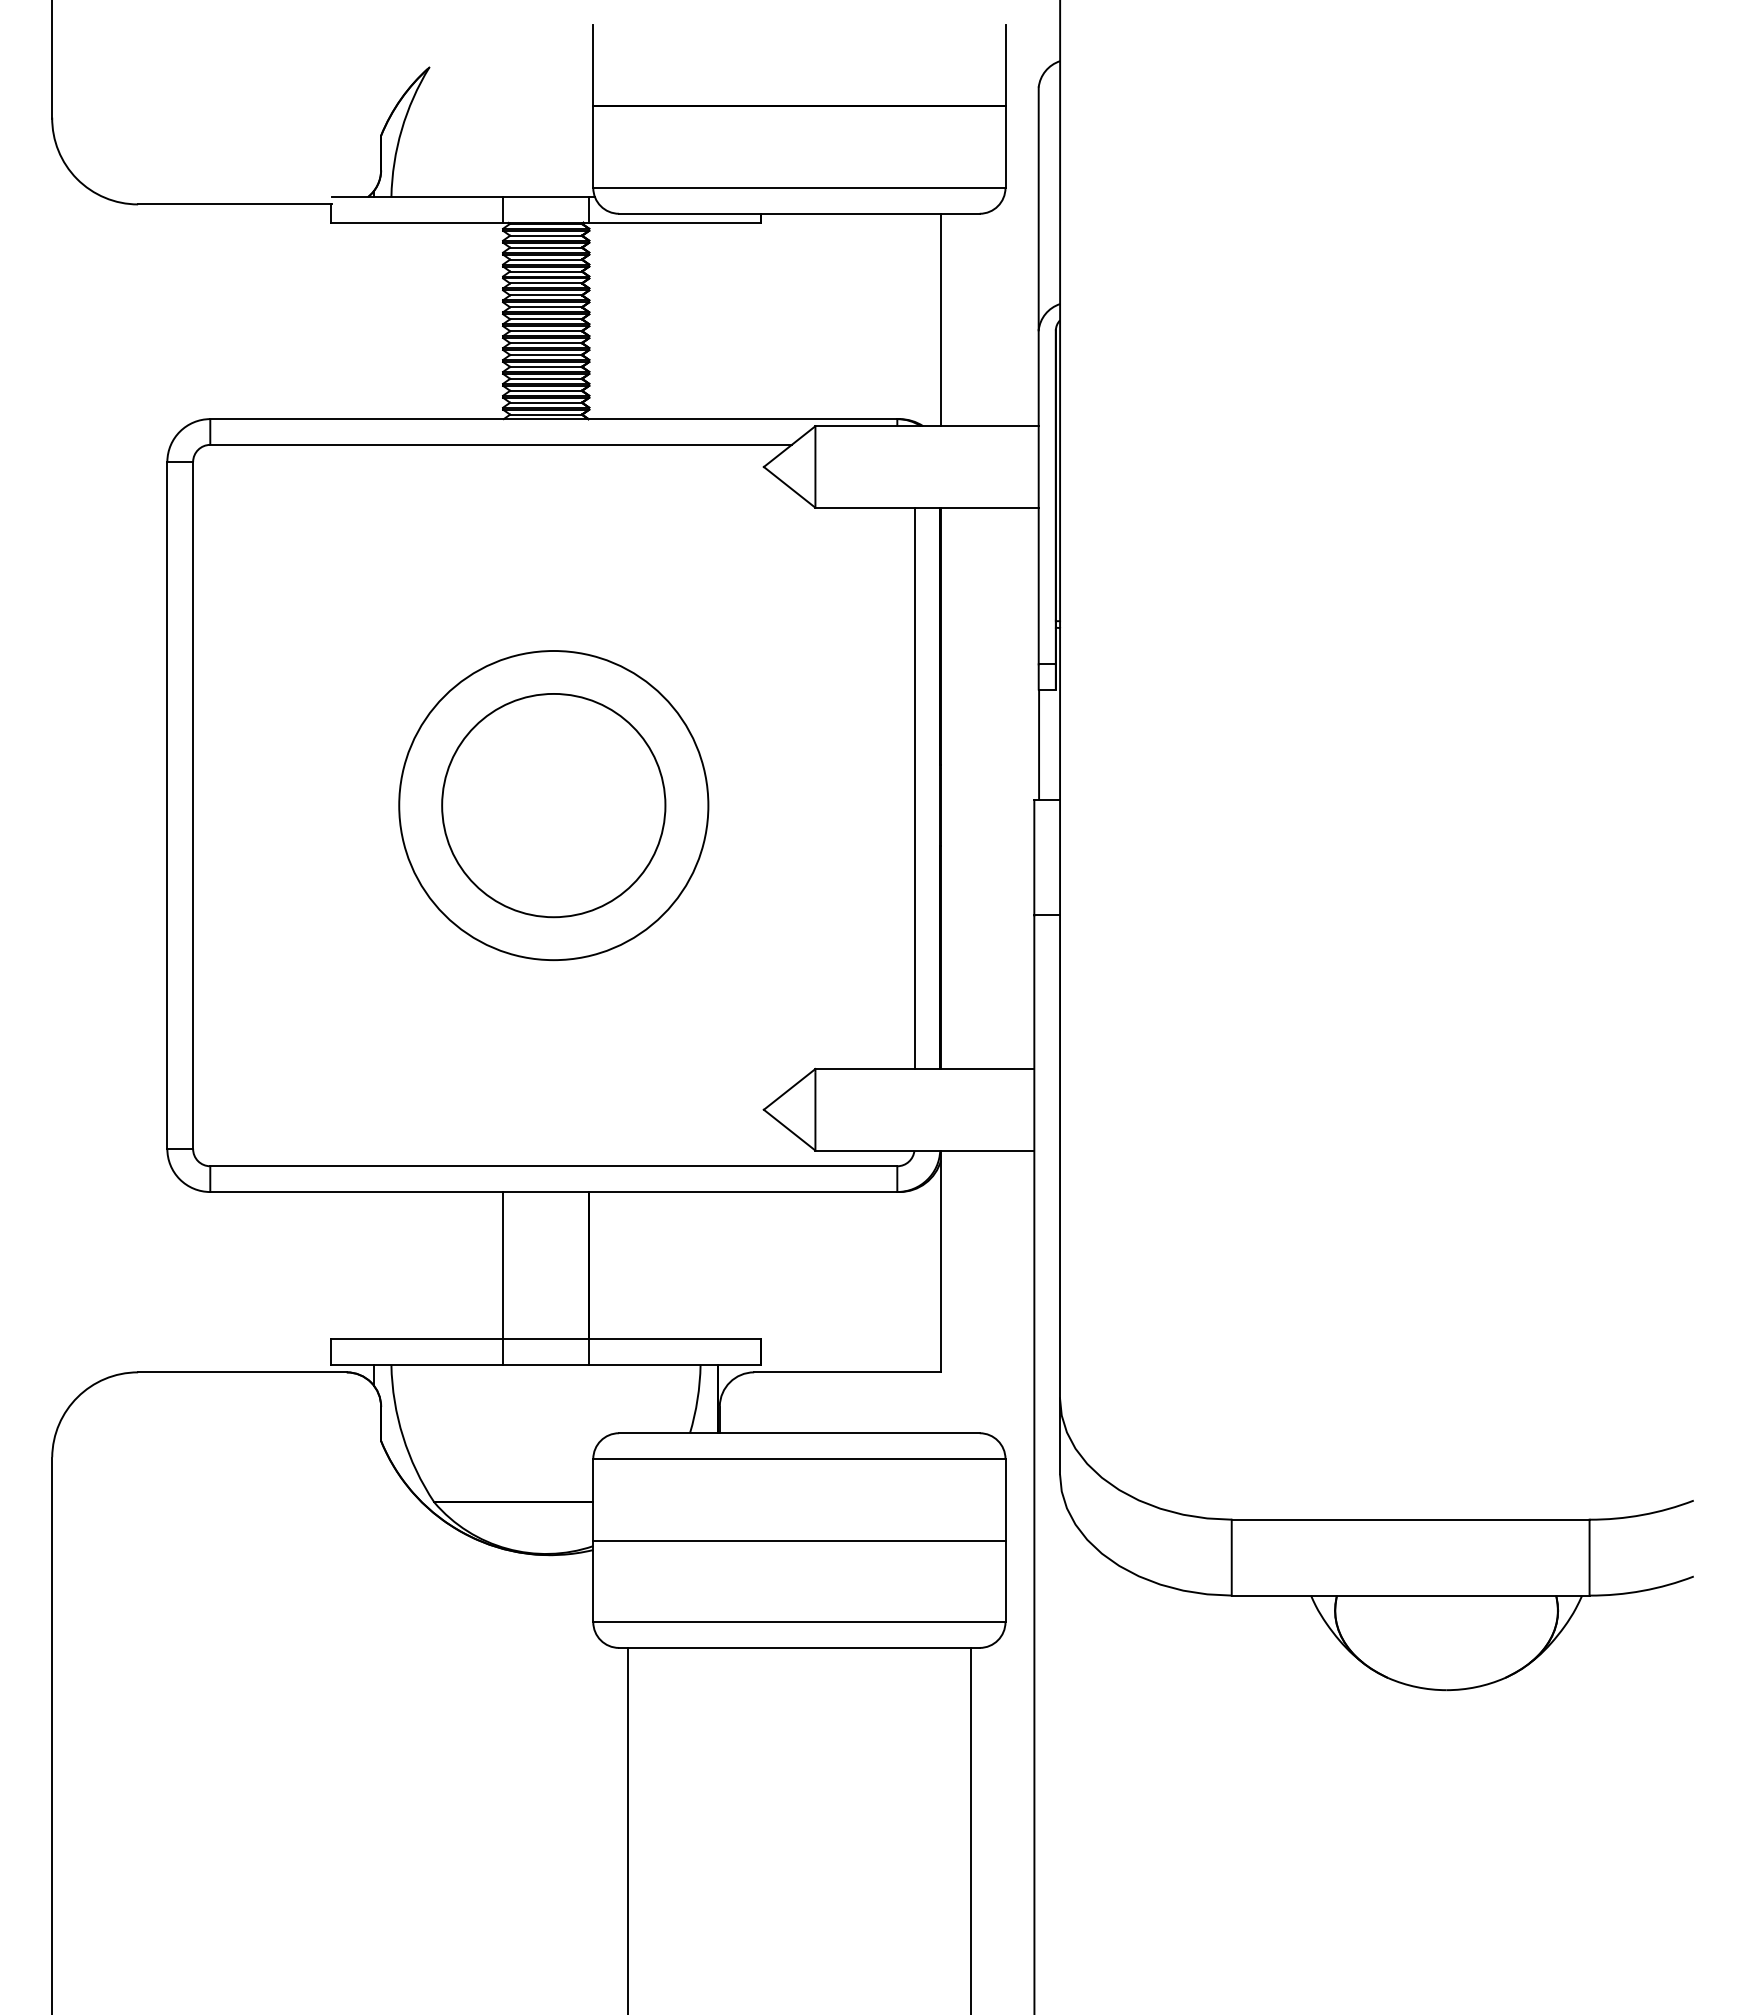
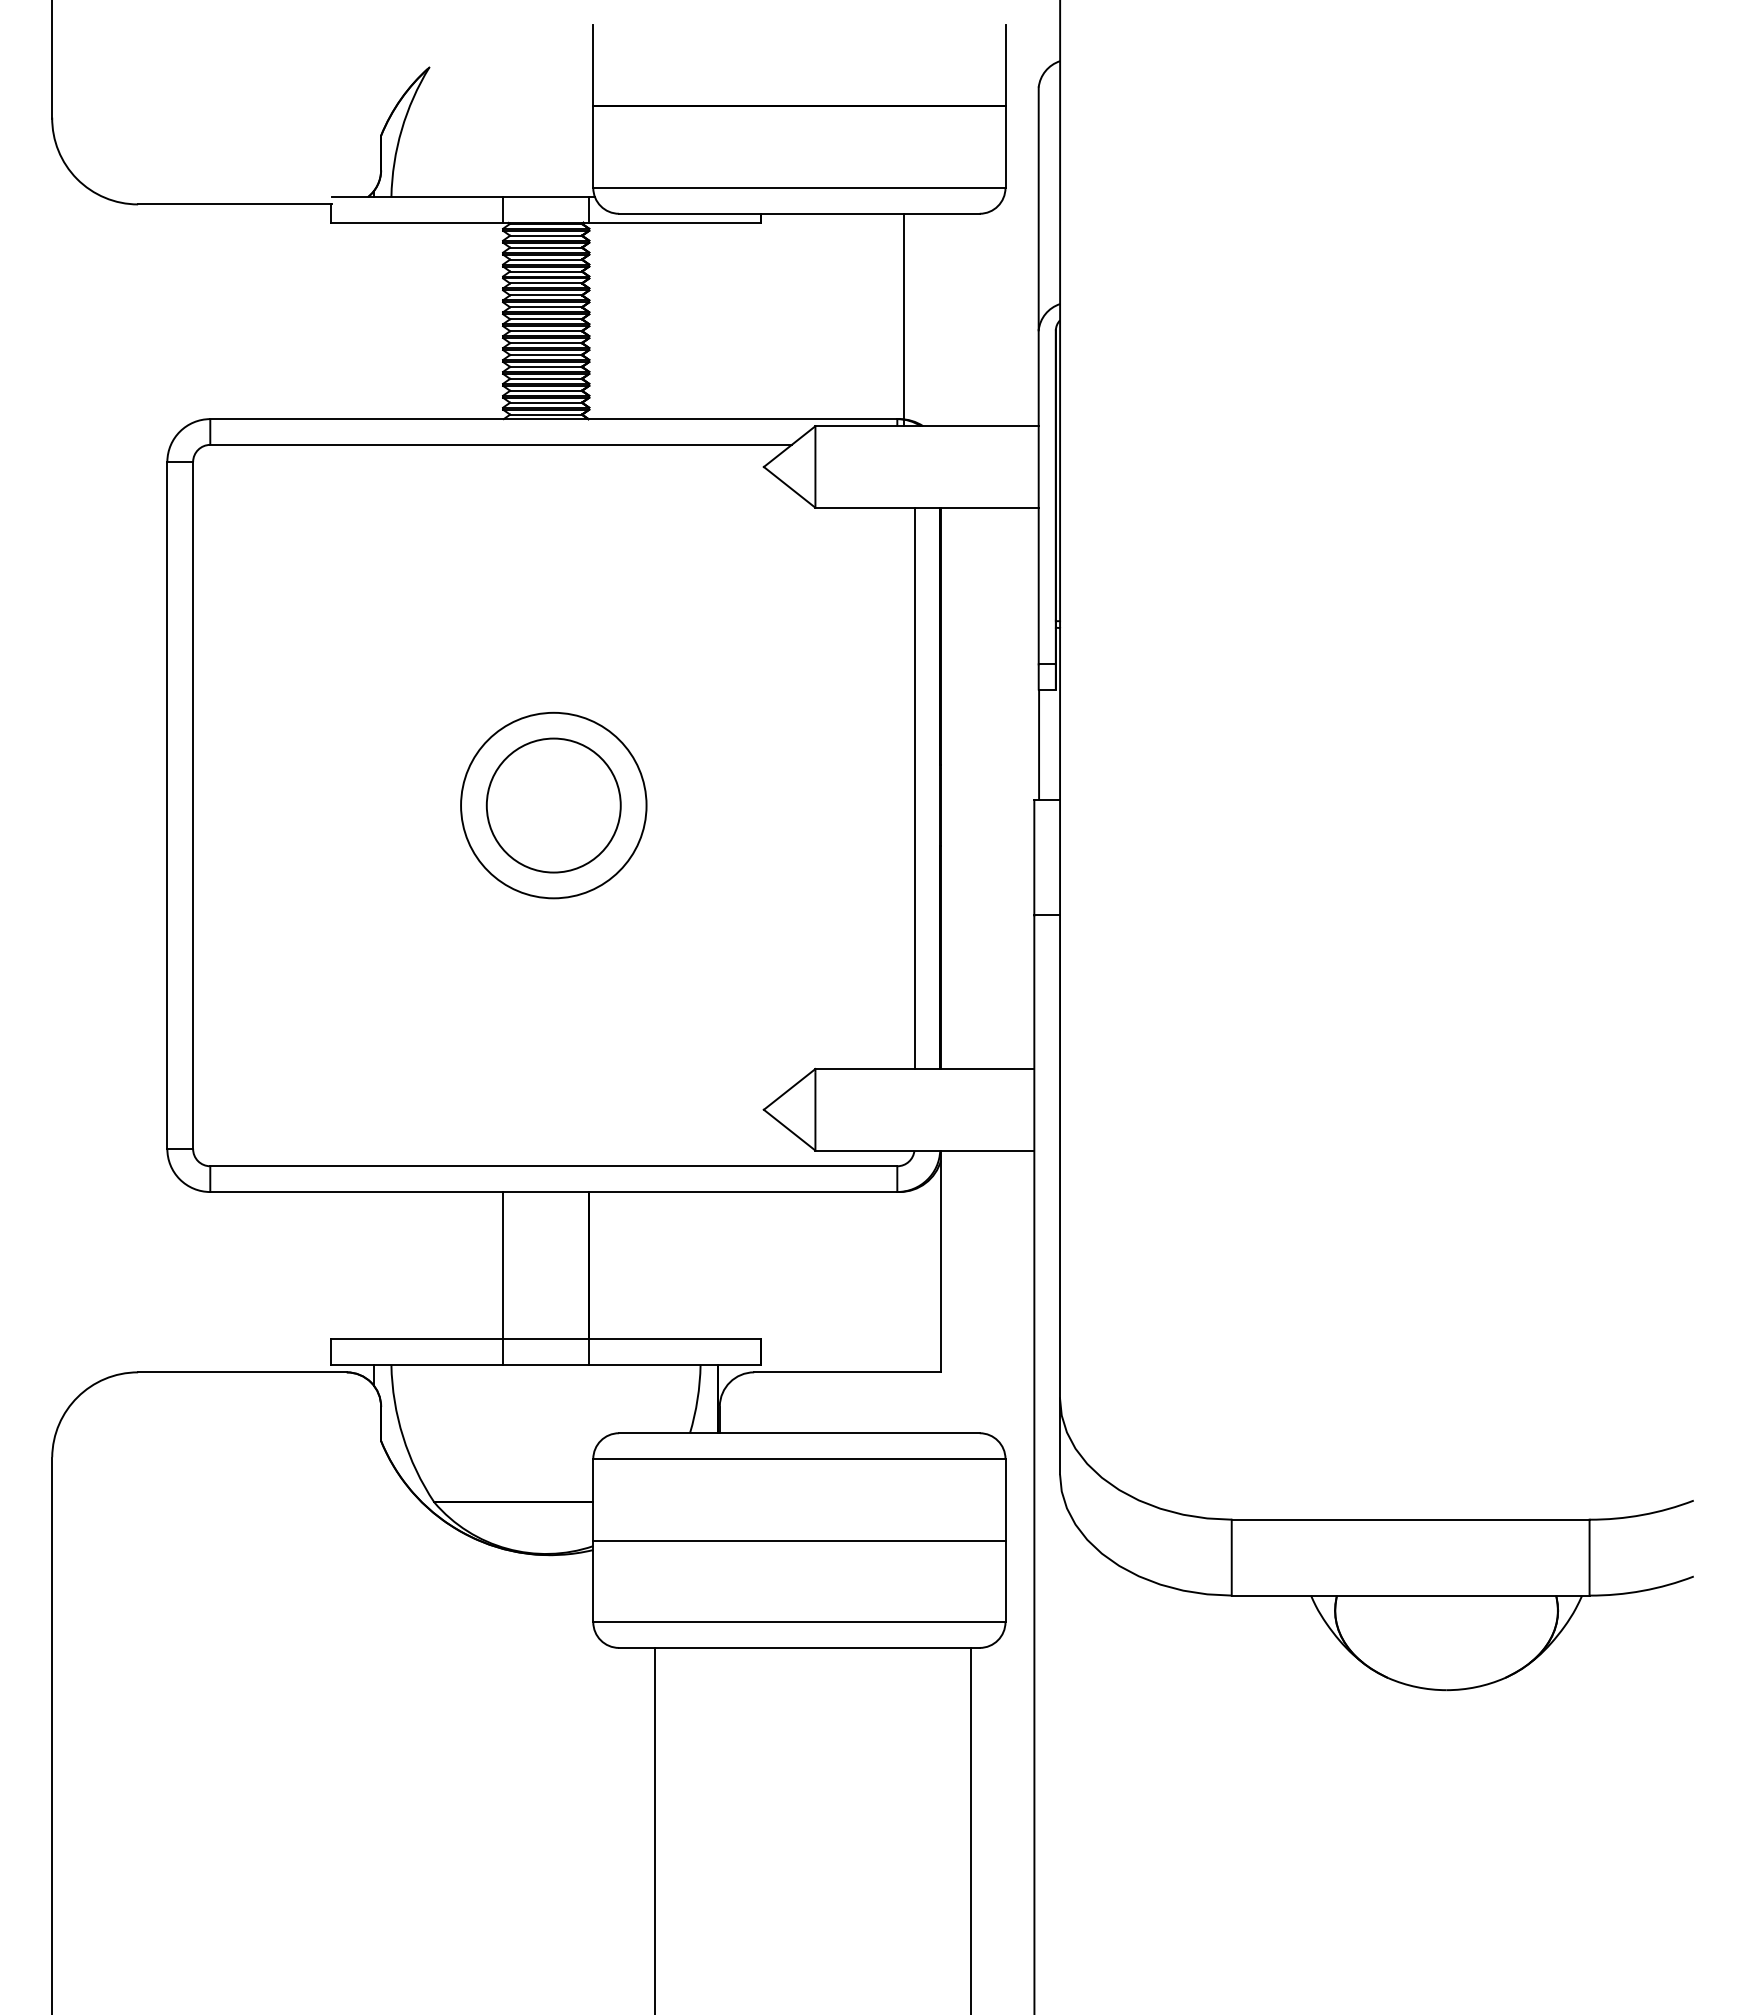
line at (941, 319) position: (941, 319) -> (904, 319)
circle at (553, 805) diameter: 223 px -> 134 px
circle at (553, 805) diameter: 309 px -> 185 px
line at (627, 1829) position: (627, 1829) -> (654, 1829)
